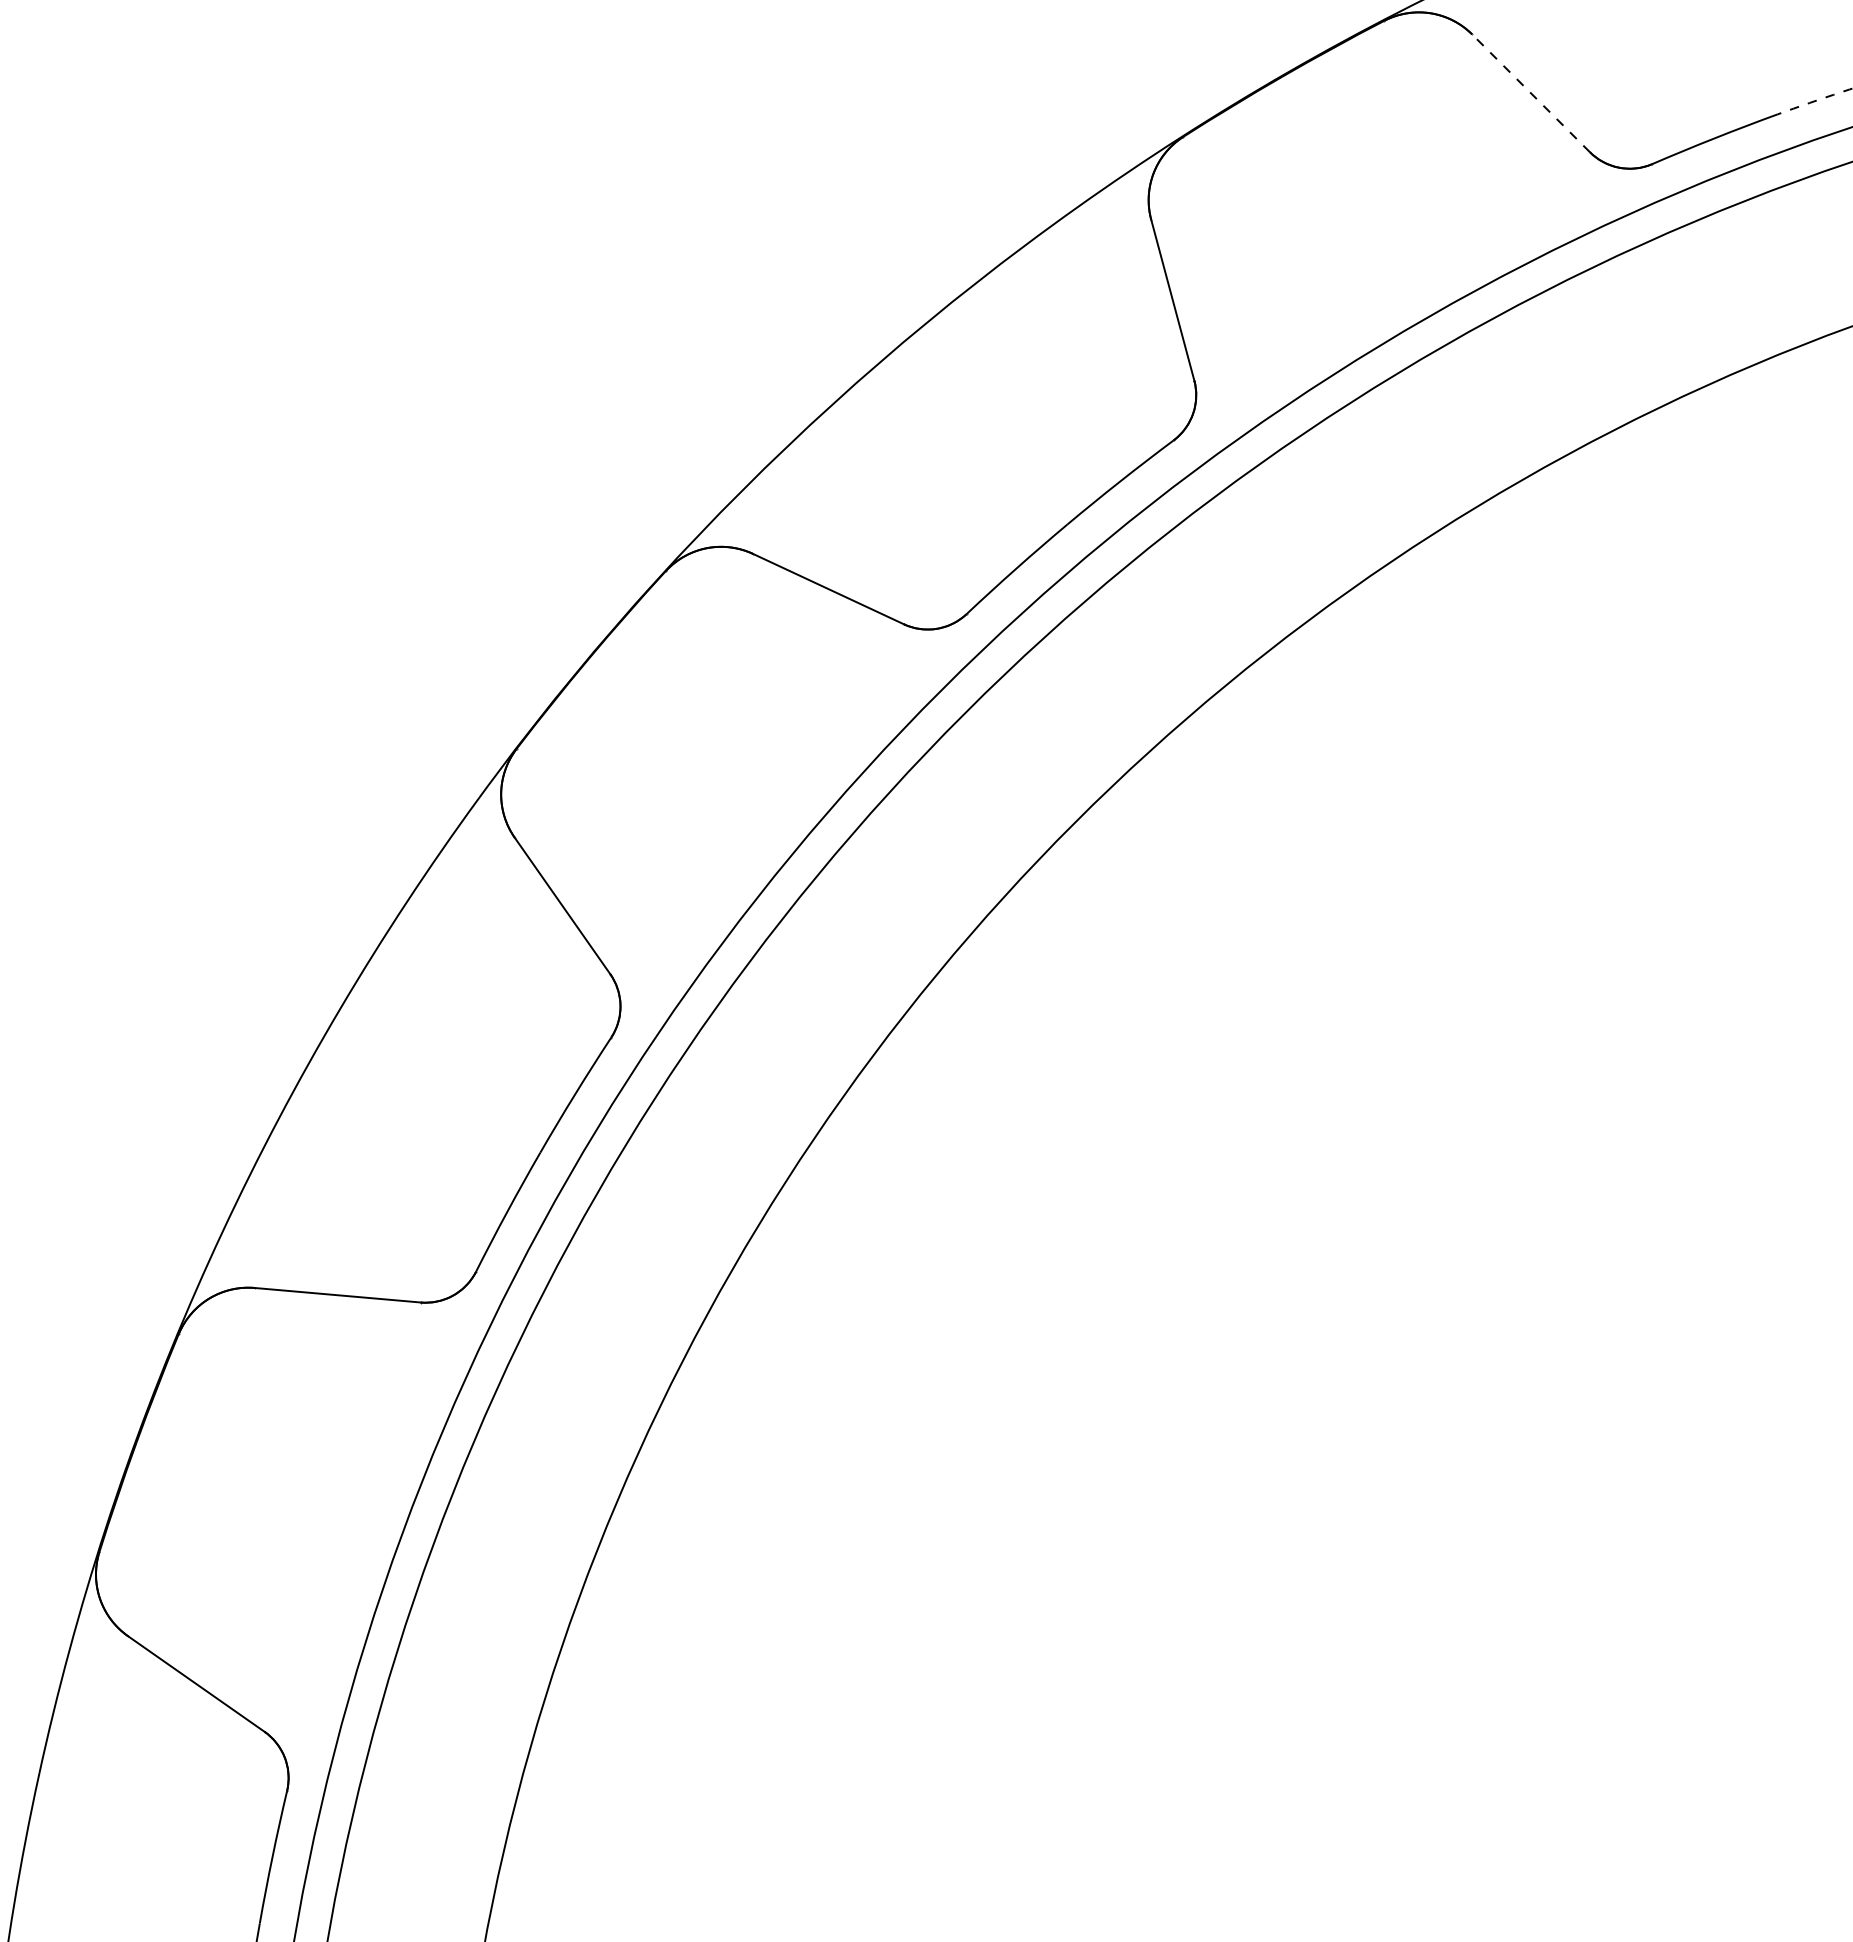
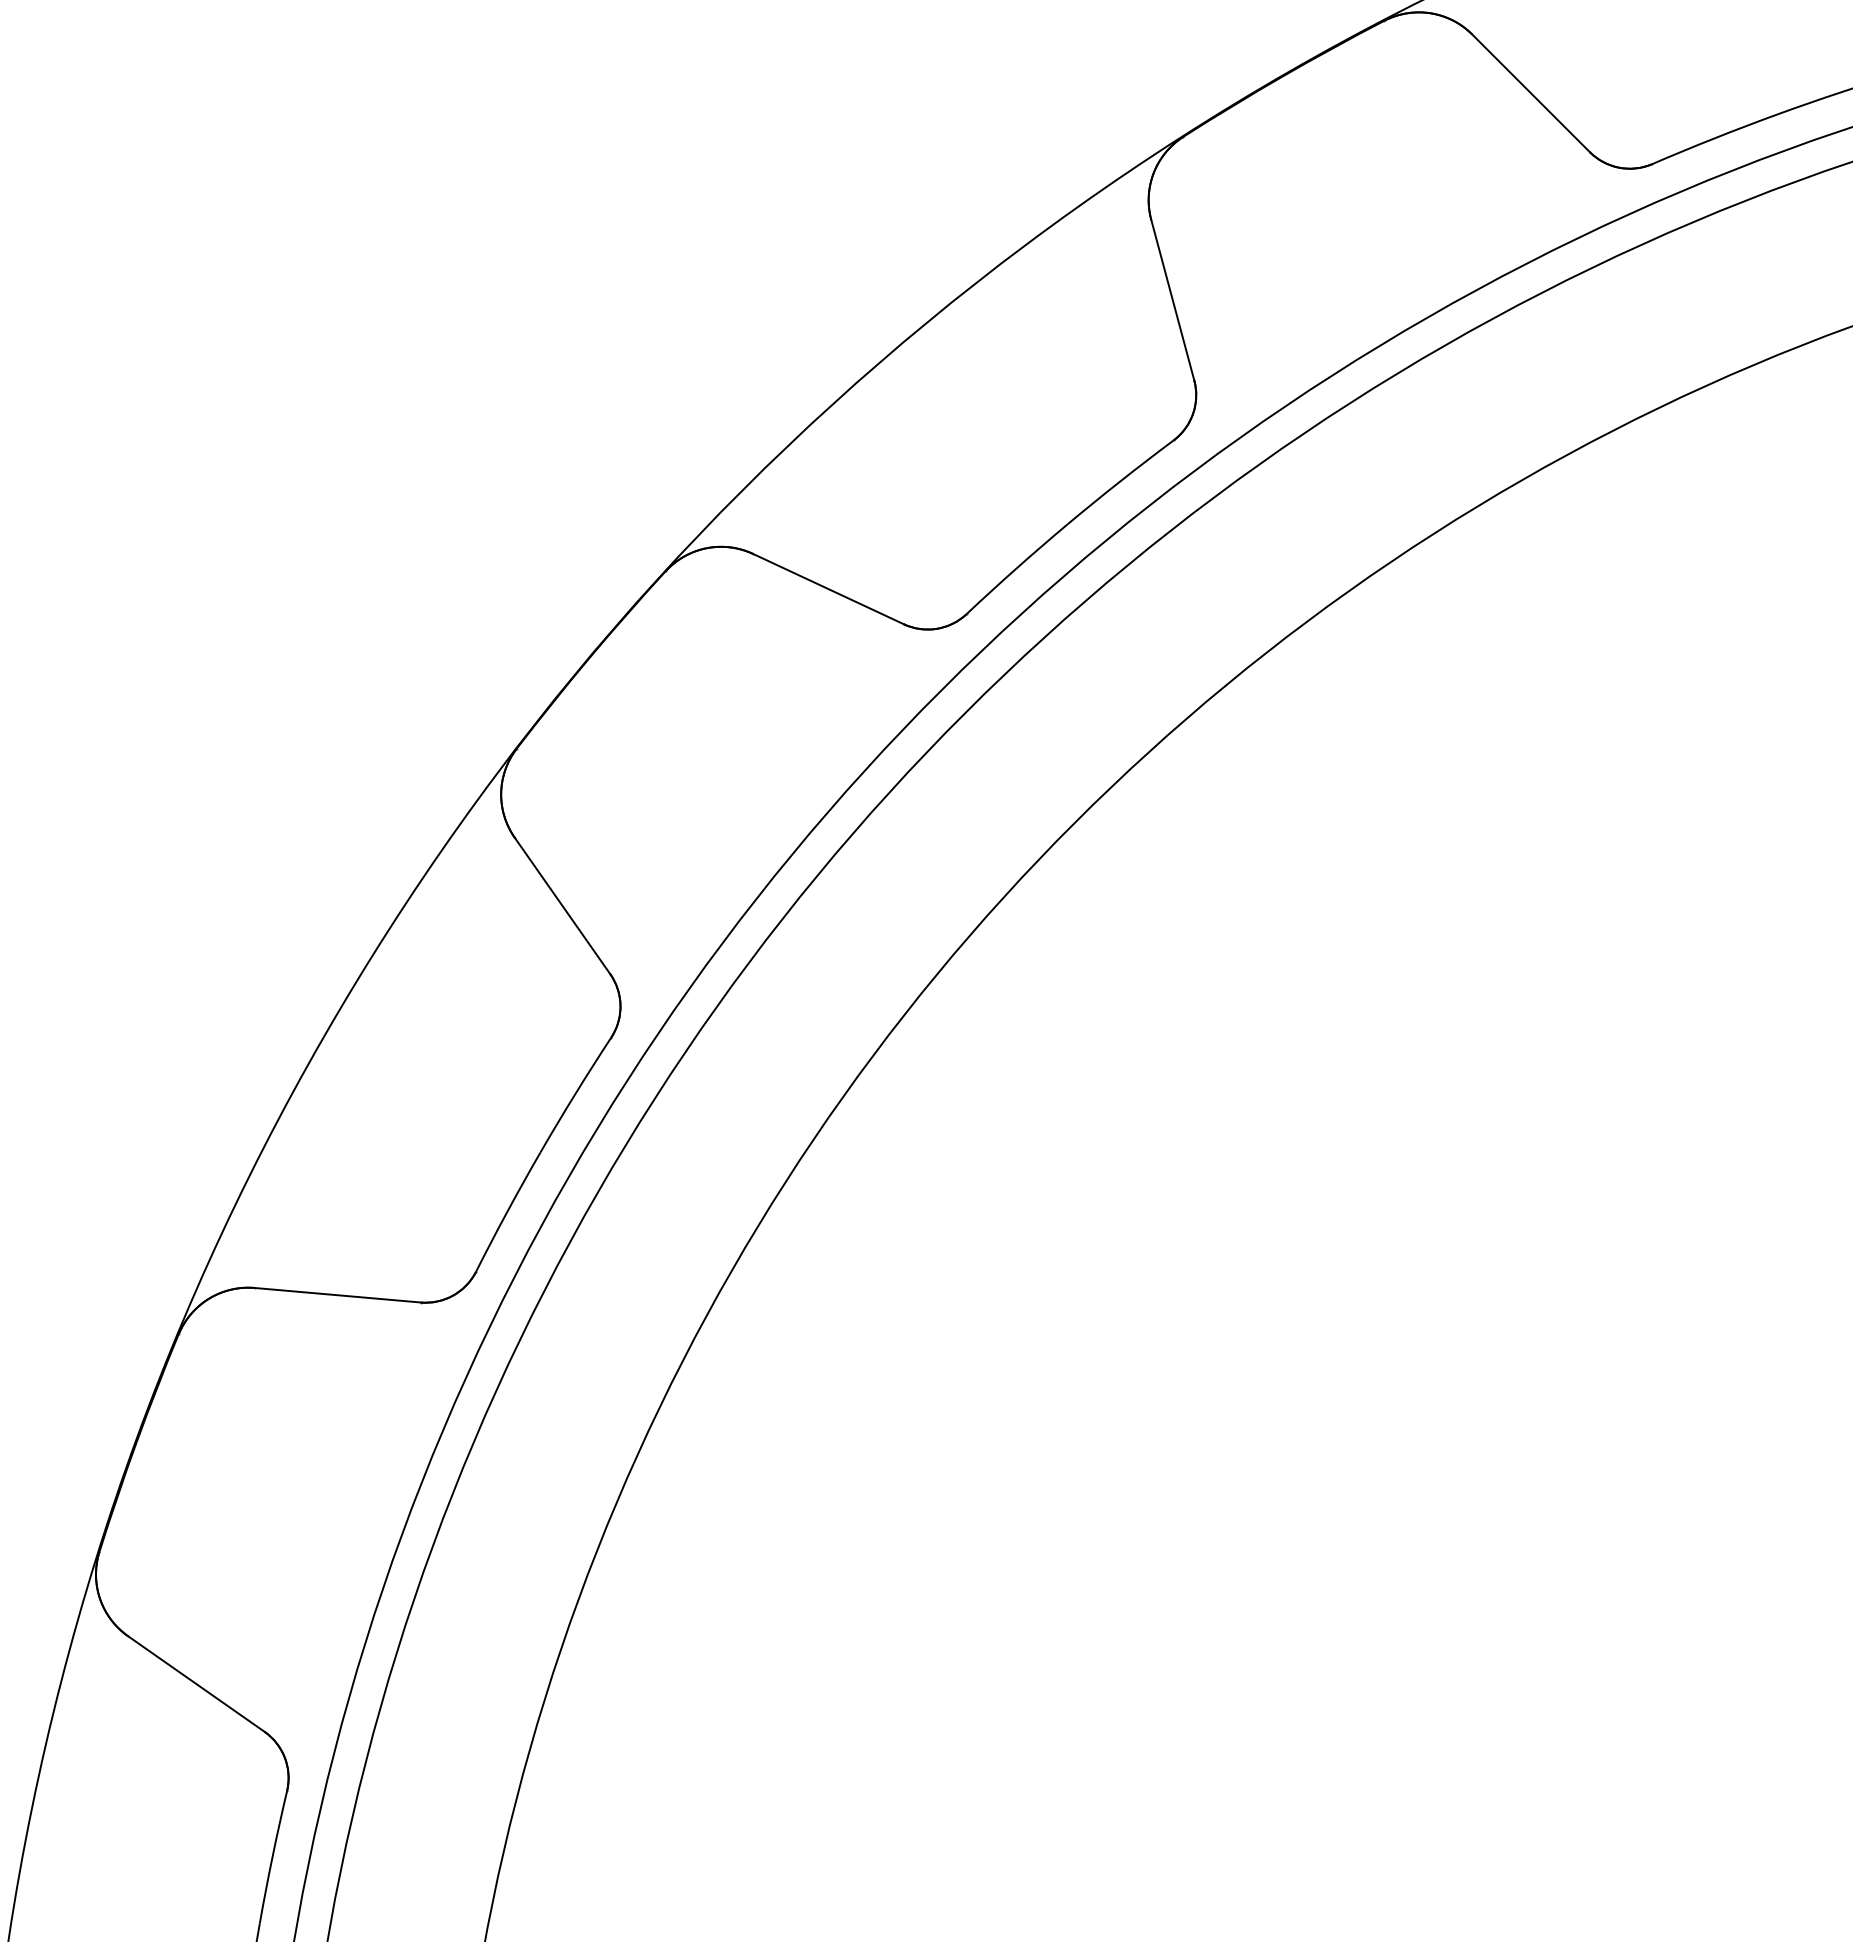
line at (1530, 92): dashed -> solid
arc at (1814, 101): dashed -> solid
